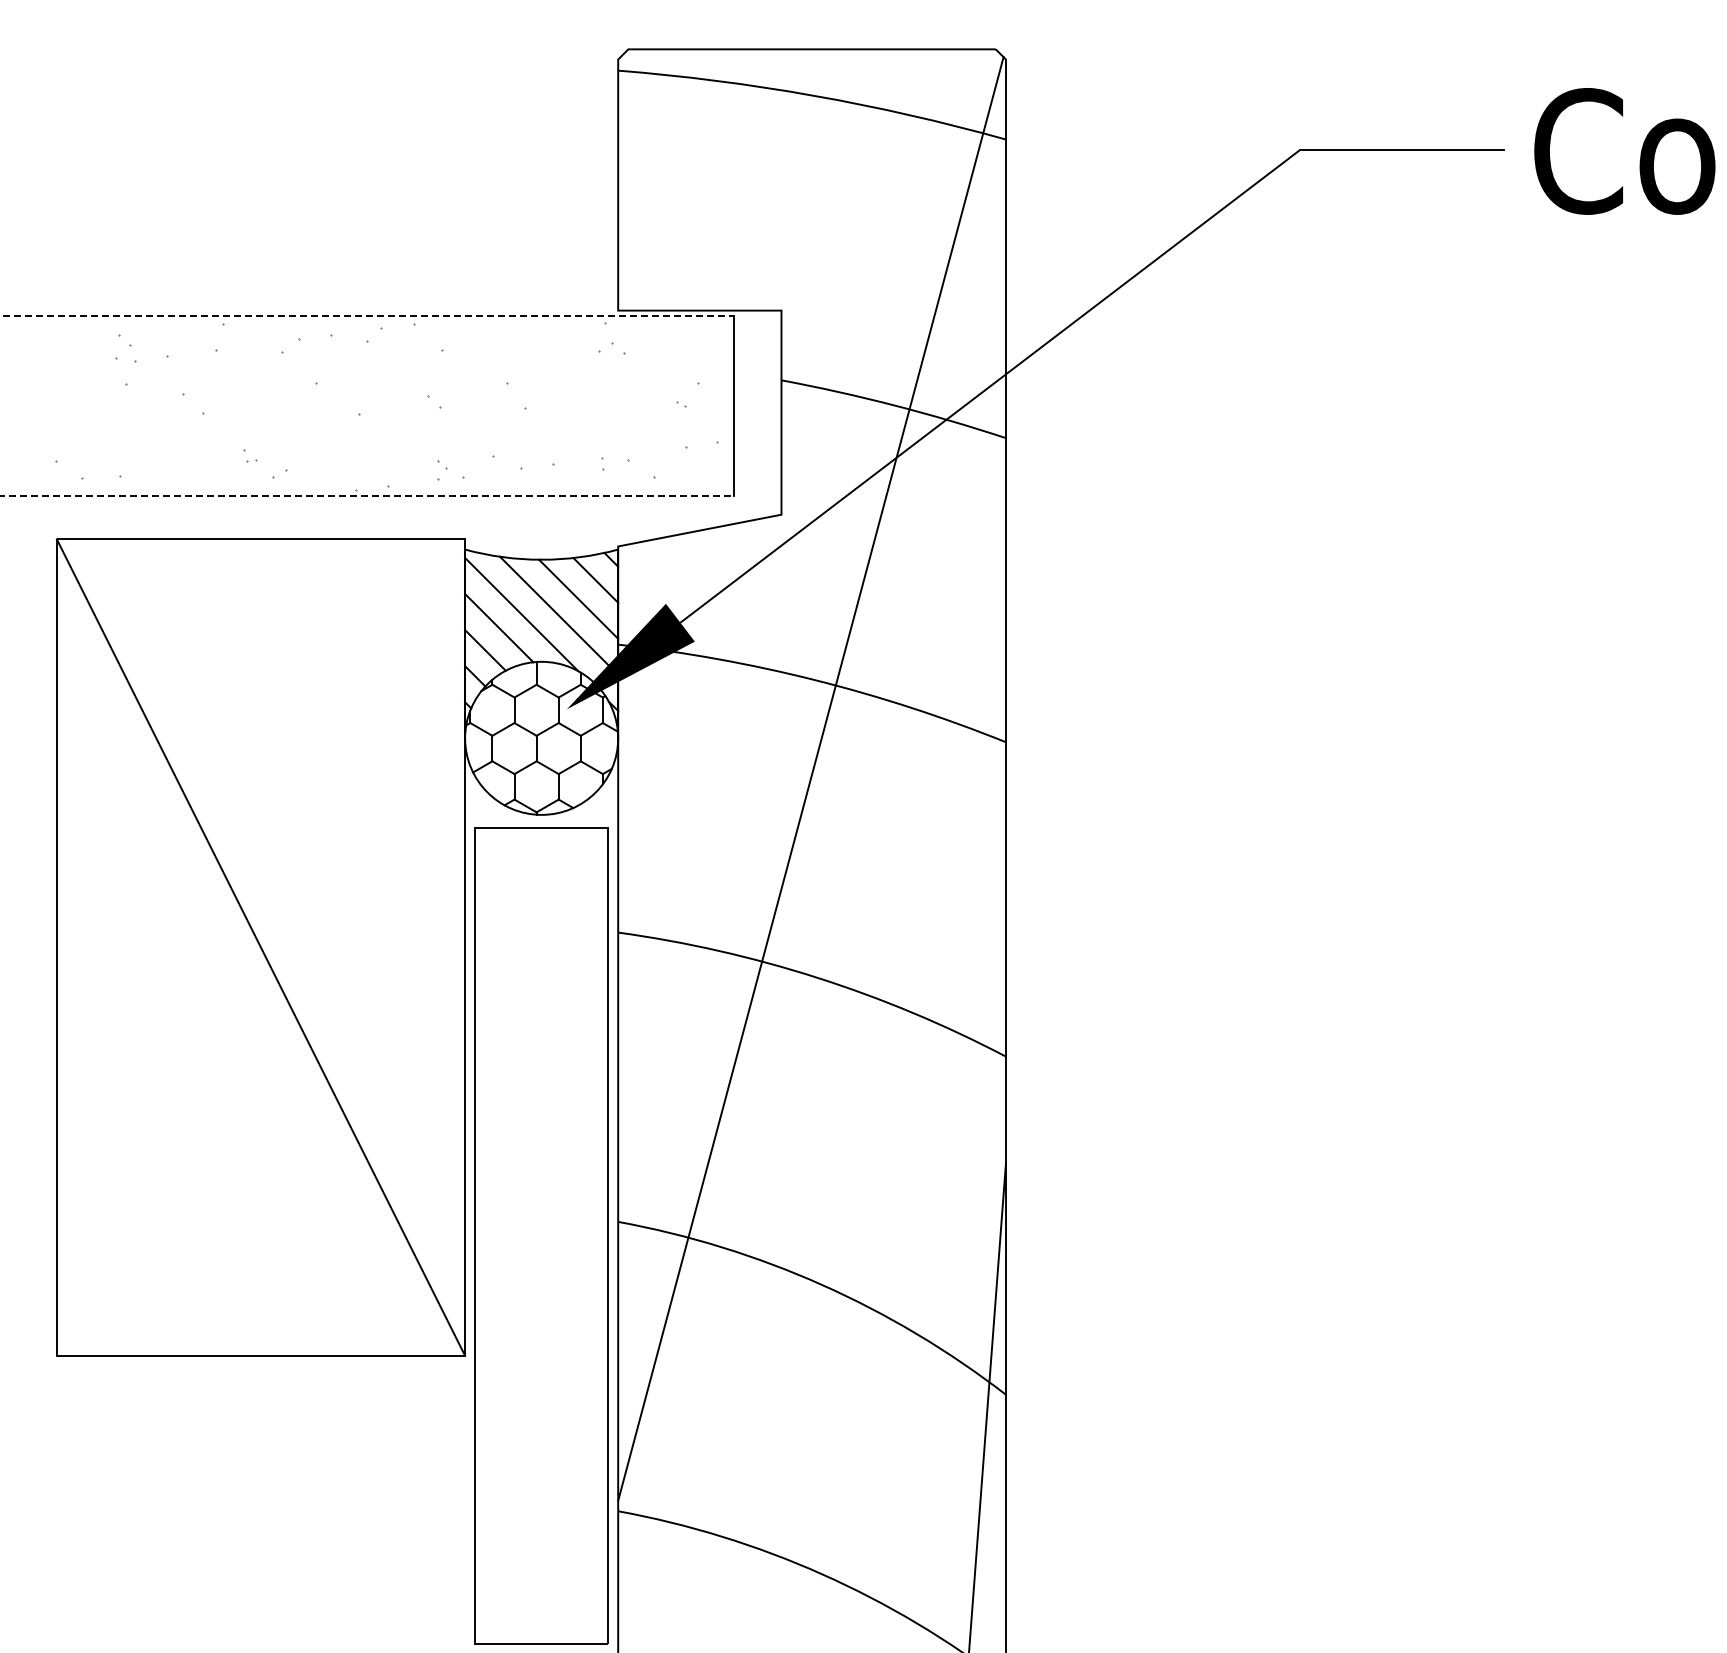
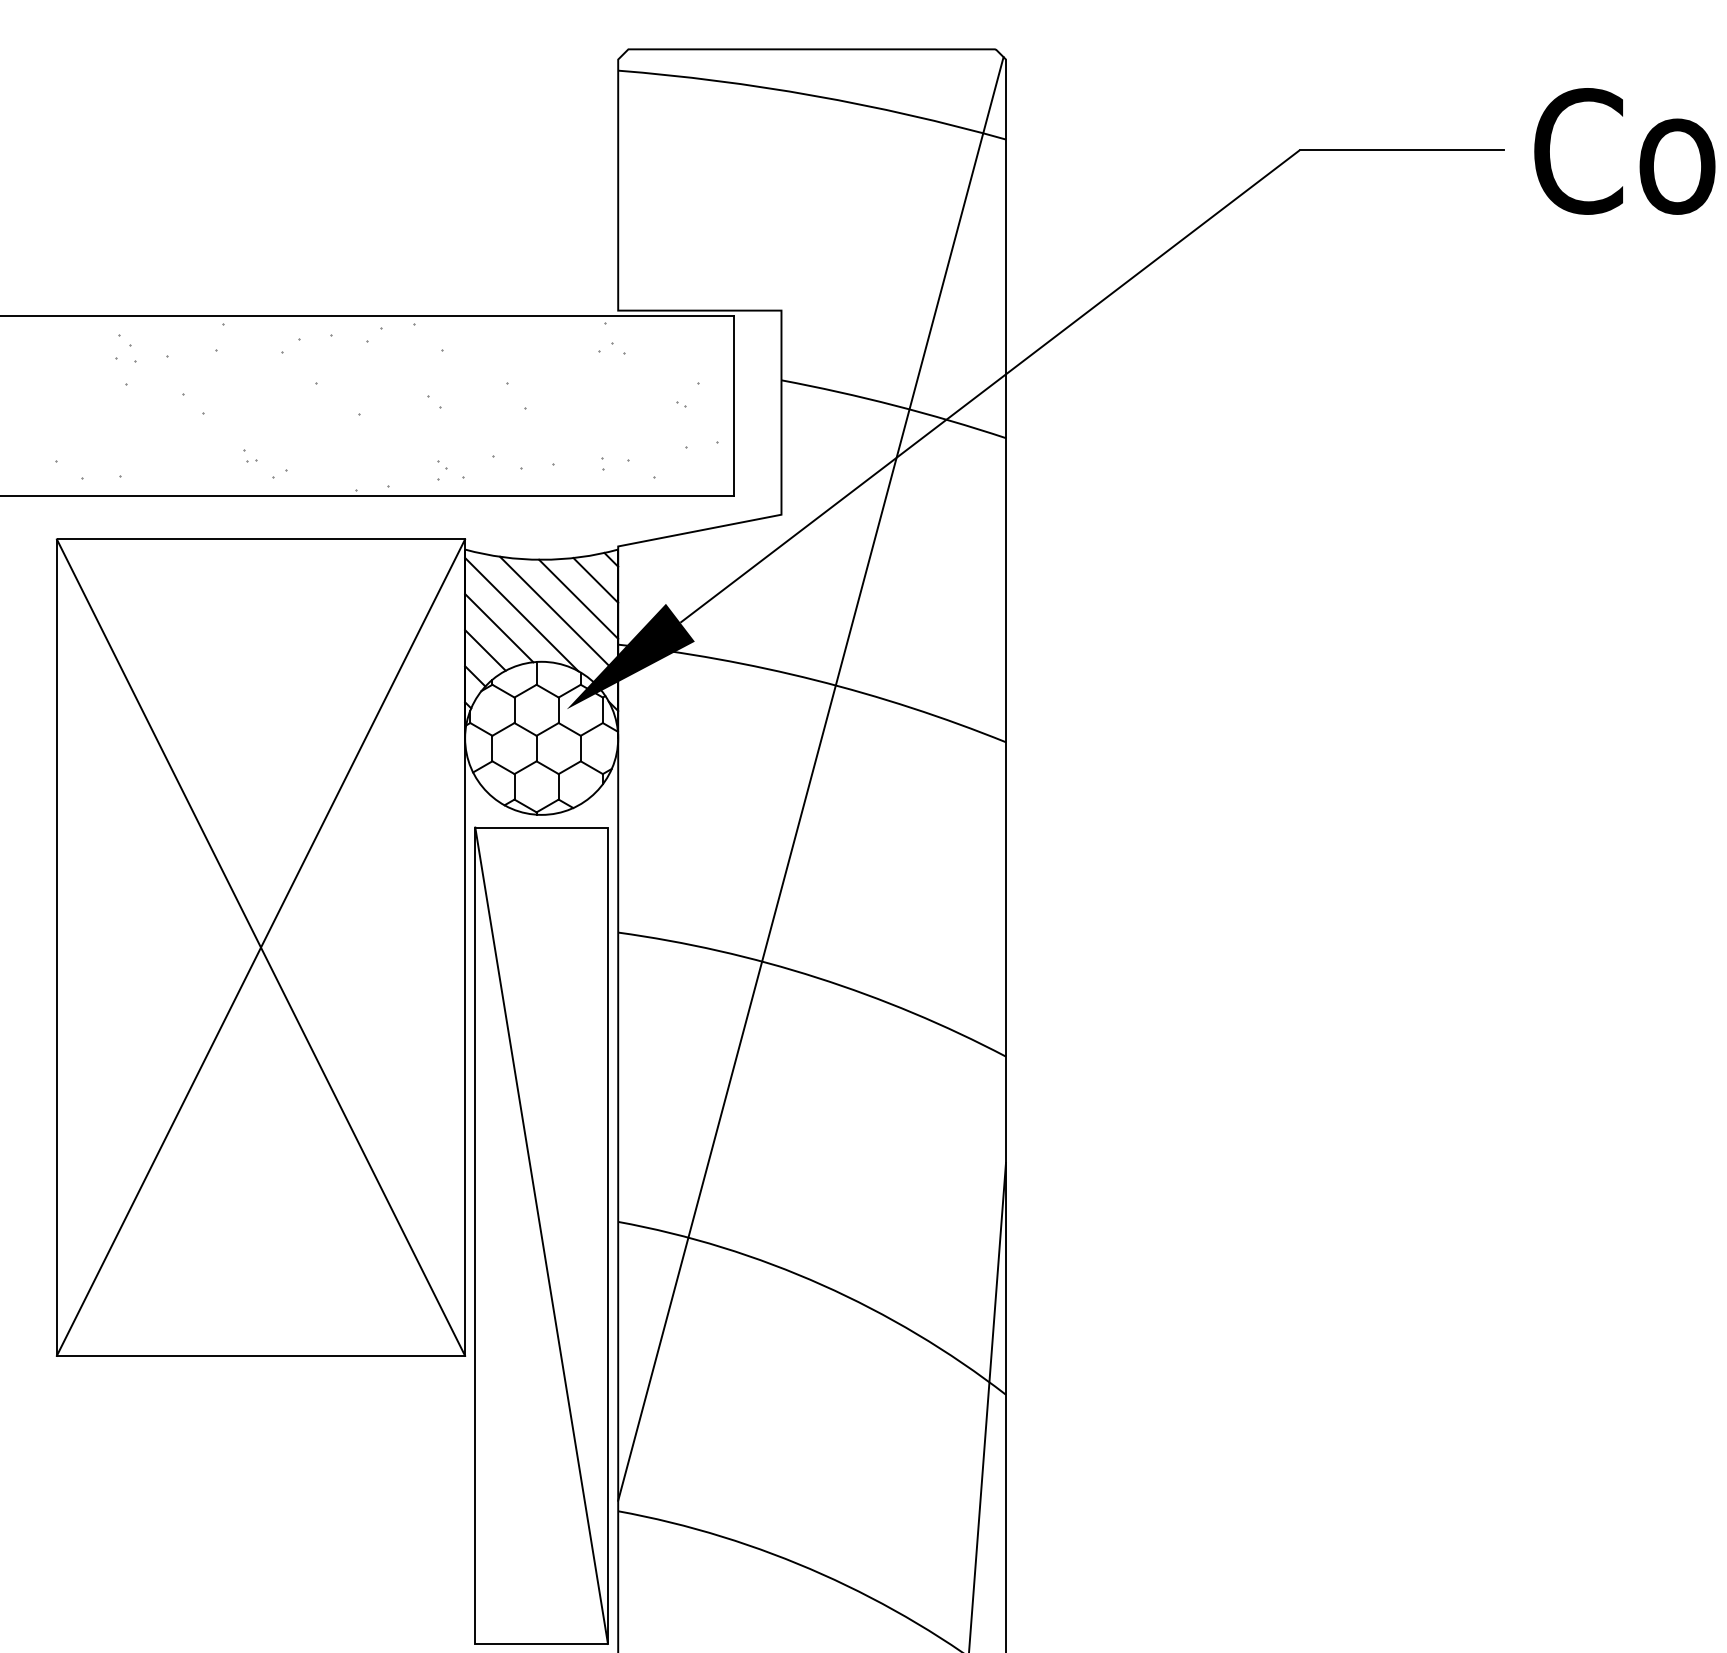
line at (367, 316): dashed -> solid
line at (367, 496): dashed -> solid
line at (260, 947): none -> present
line at (541, 1235): none -> present
